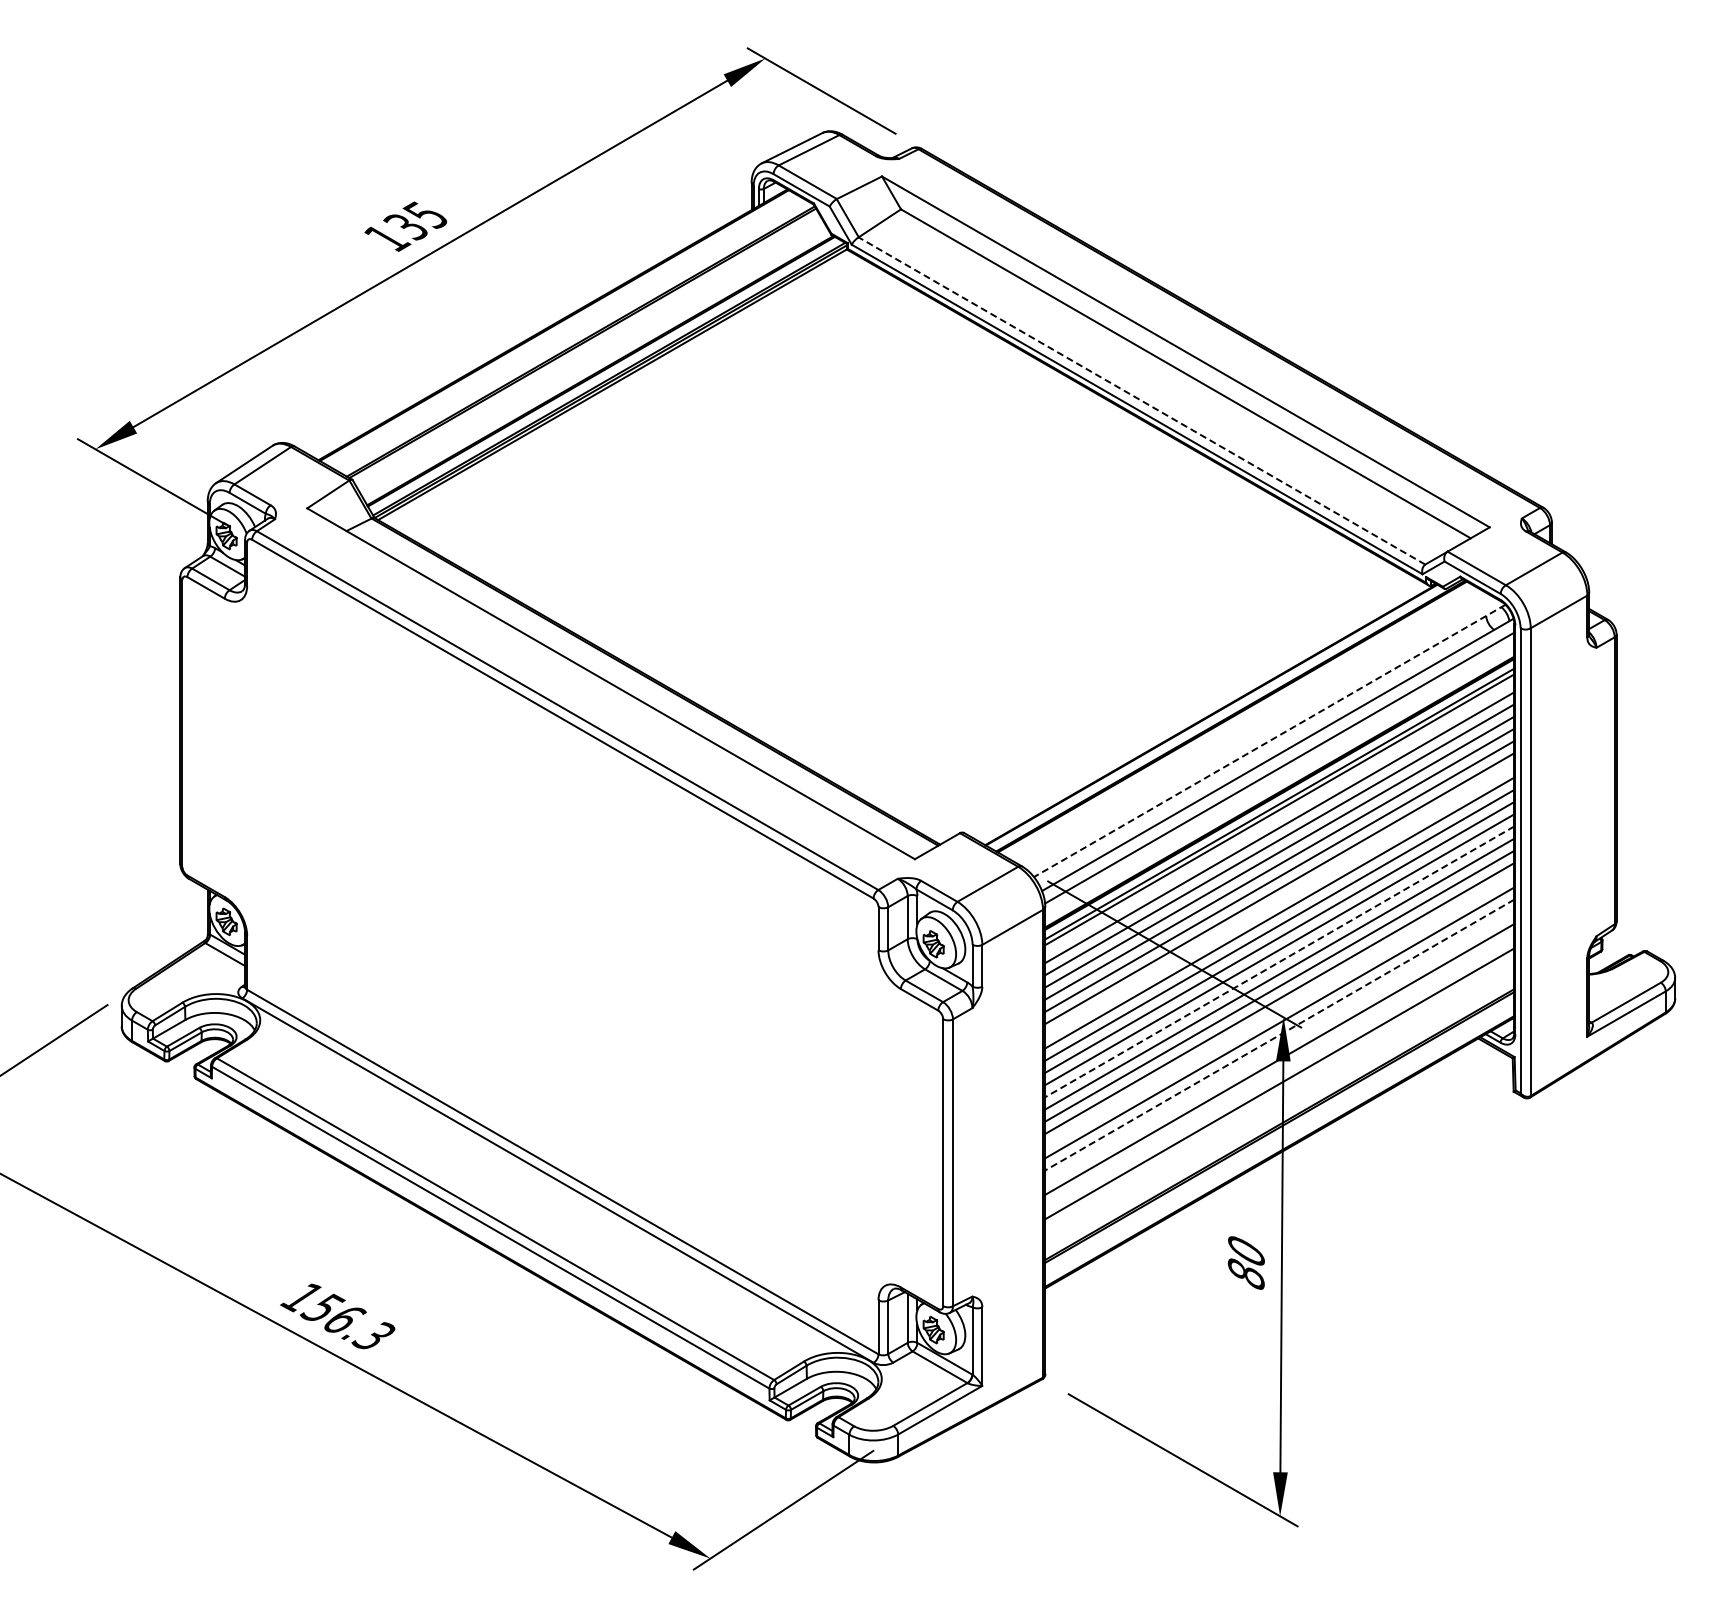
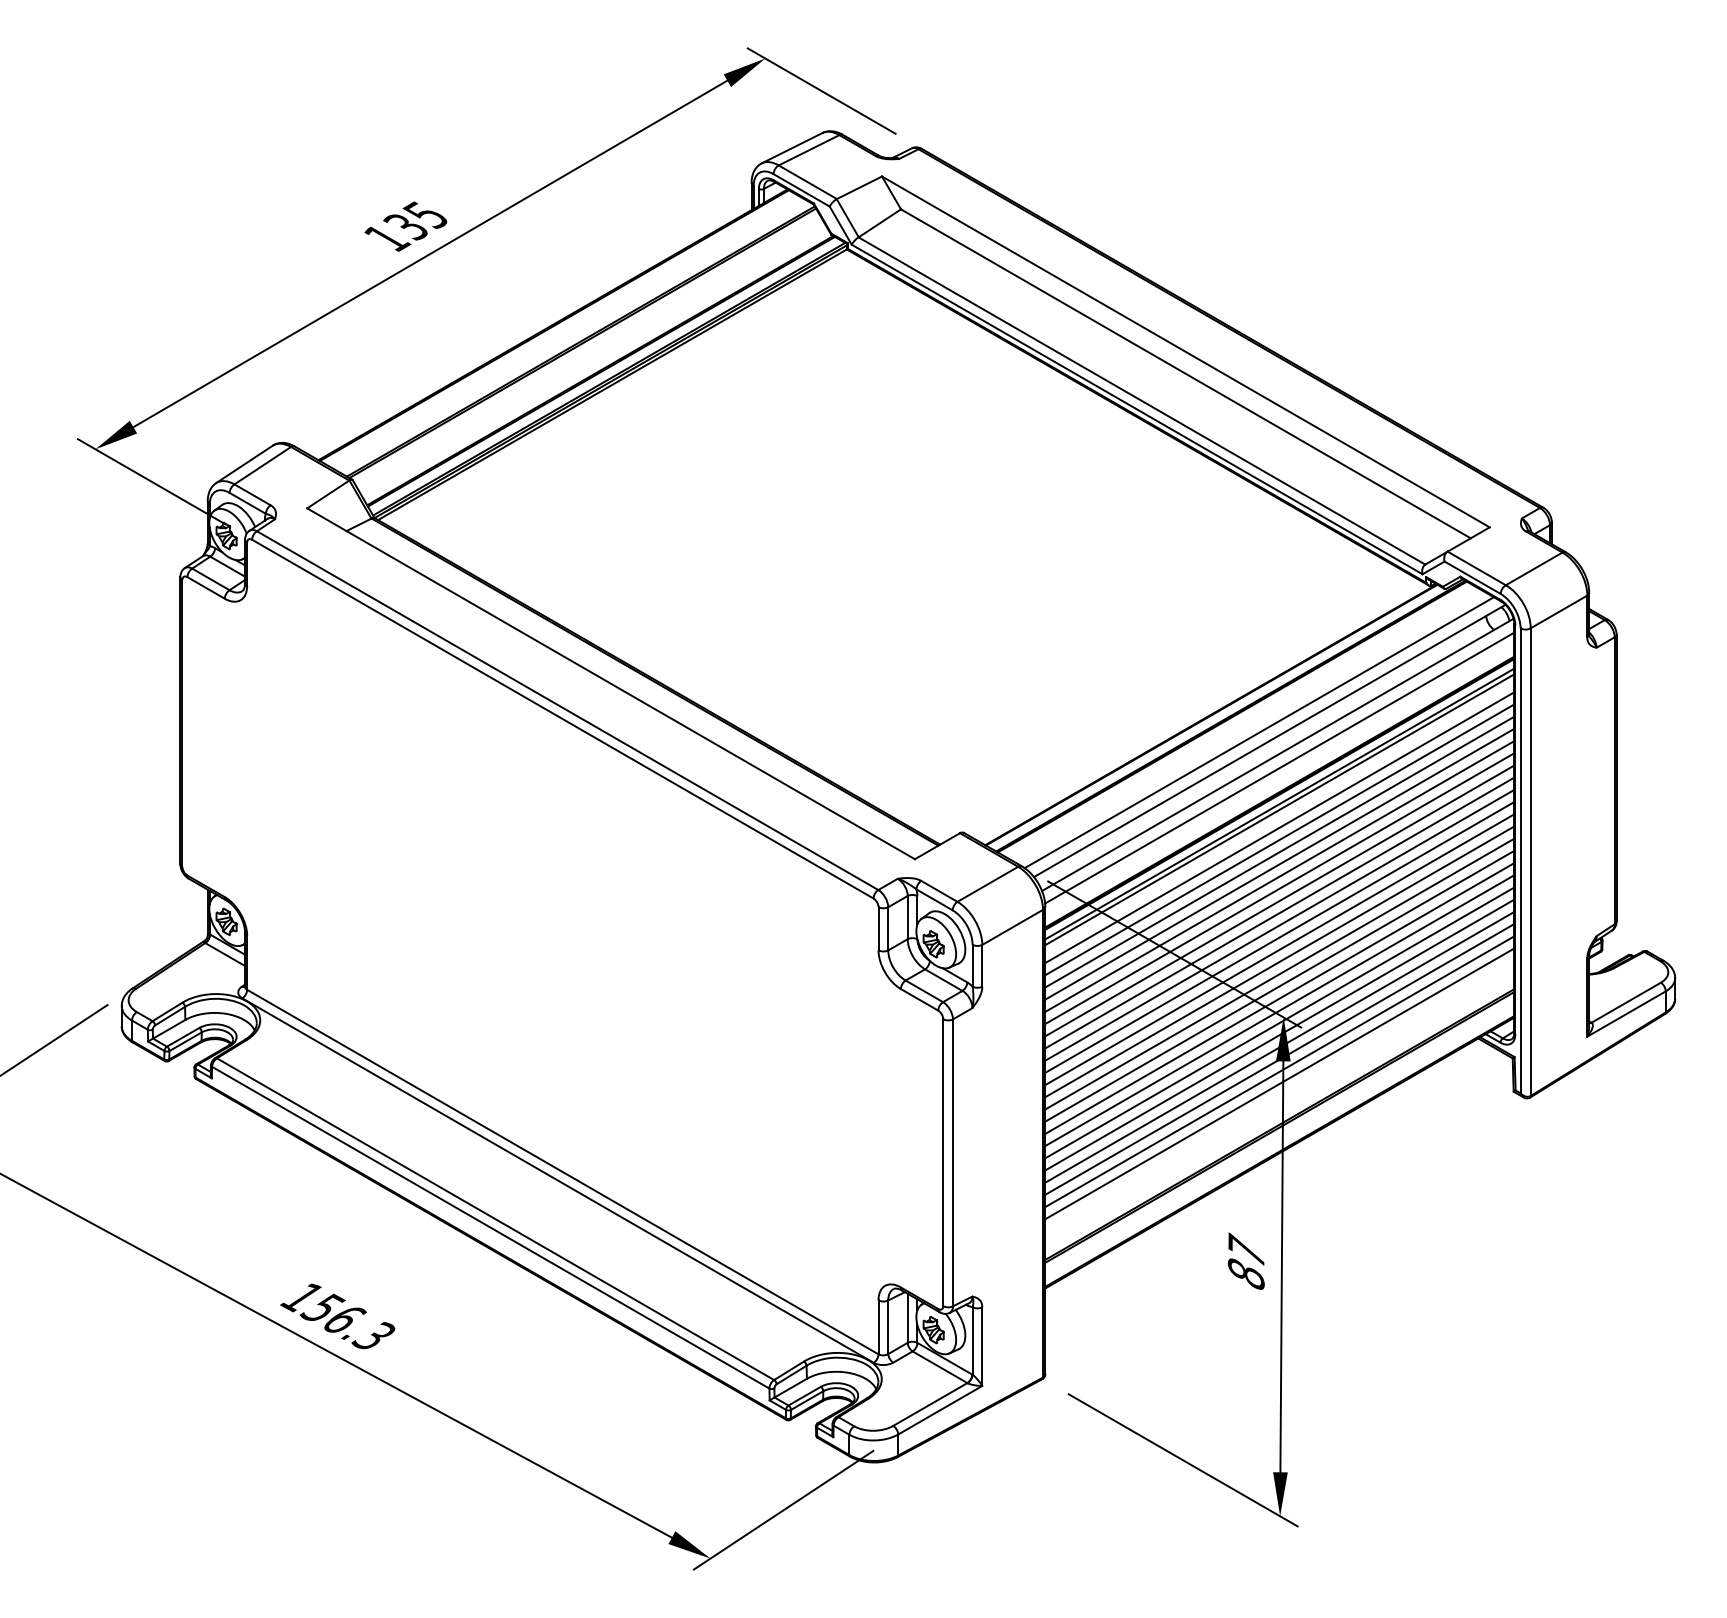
line at (1141, 400): dashed -> solid
line at (1258, 732): none -> present
line at (1269, 741): dashed -> solid
line at (1279, 900): none -> present
line at (1279, 961): dashed -> solid
line at (1279, 1010): none -> present
line at (1279, 1035): dashed -> solid
line at (1279, 1046): none -> present
line at (1279, 1071): none -> present
text at (1246, 1248): 80 -> 87
